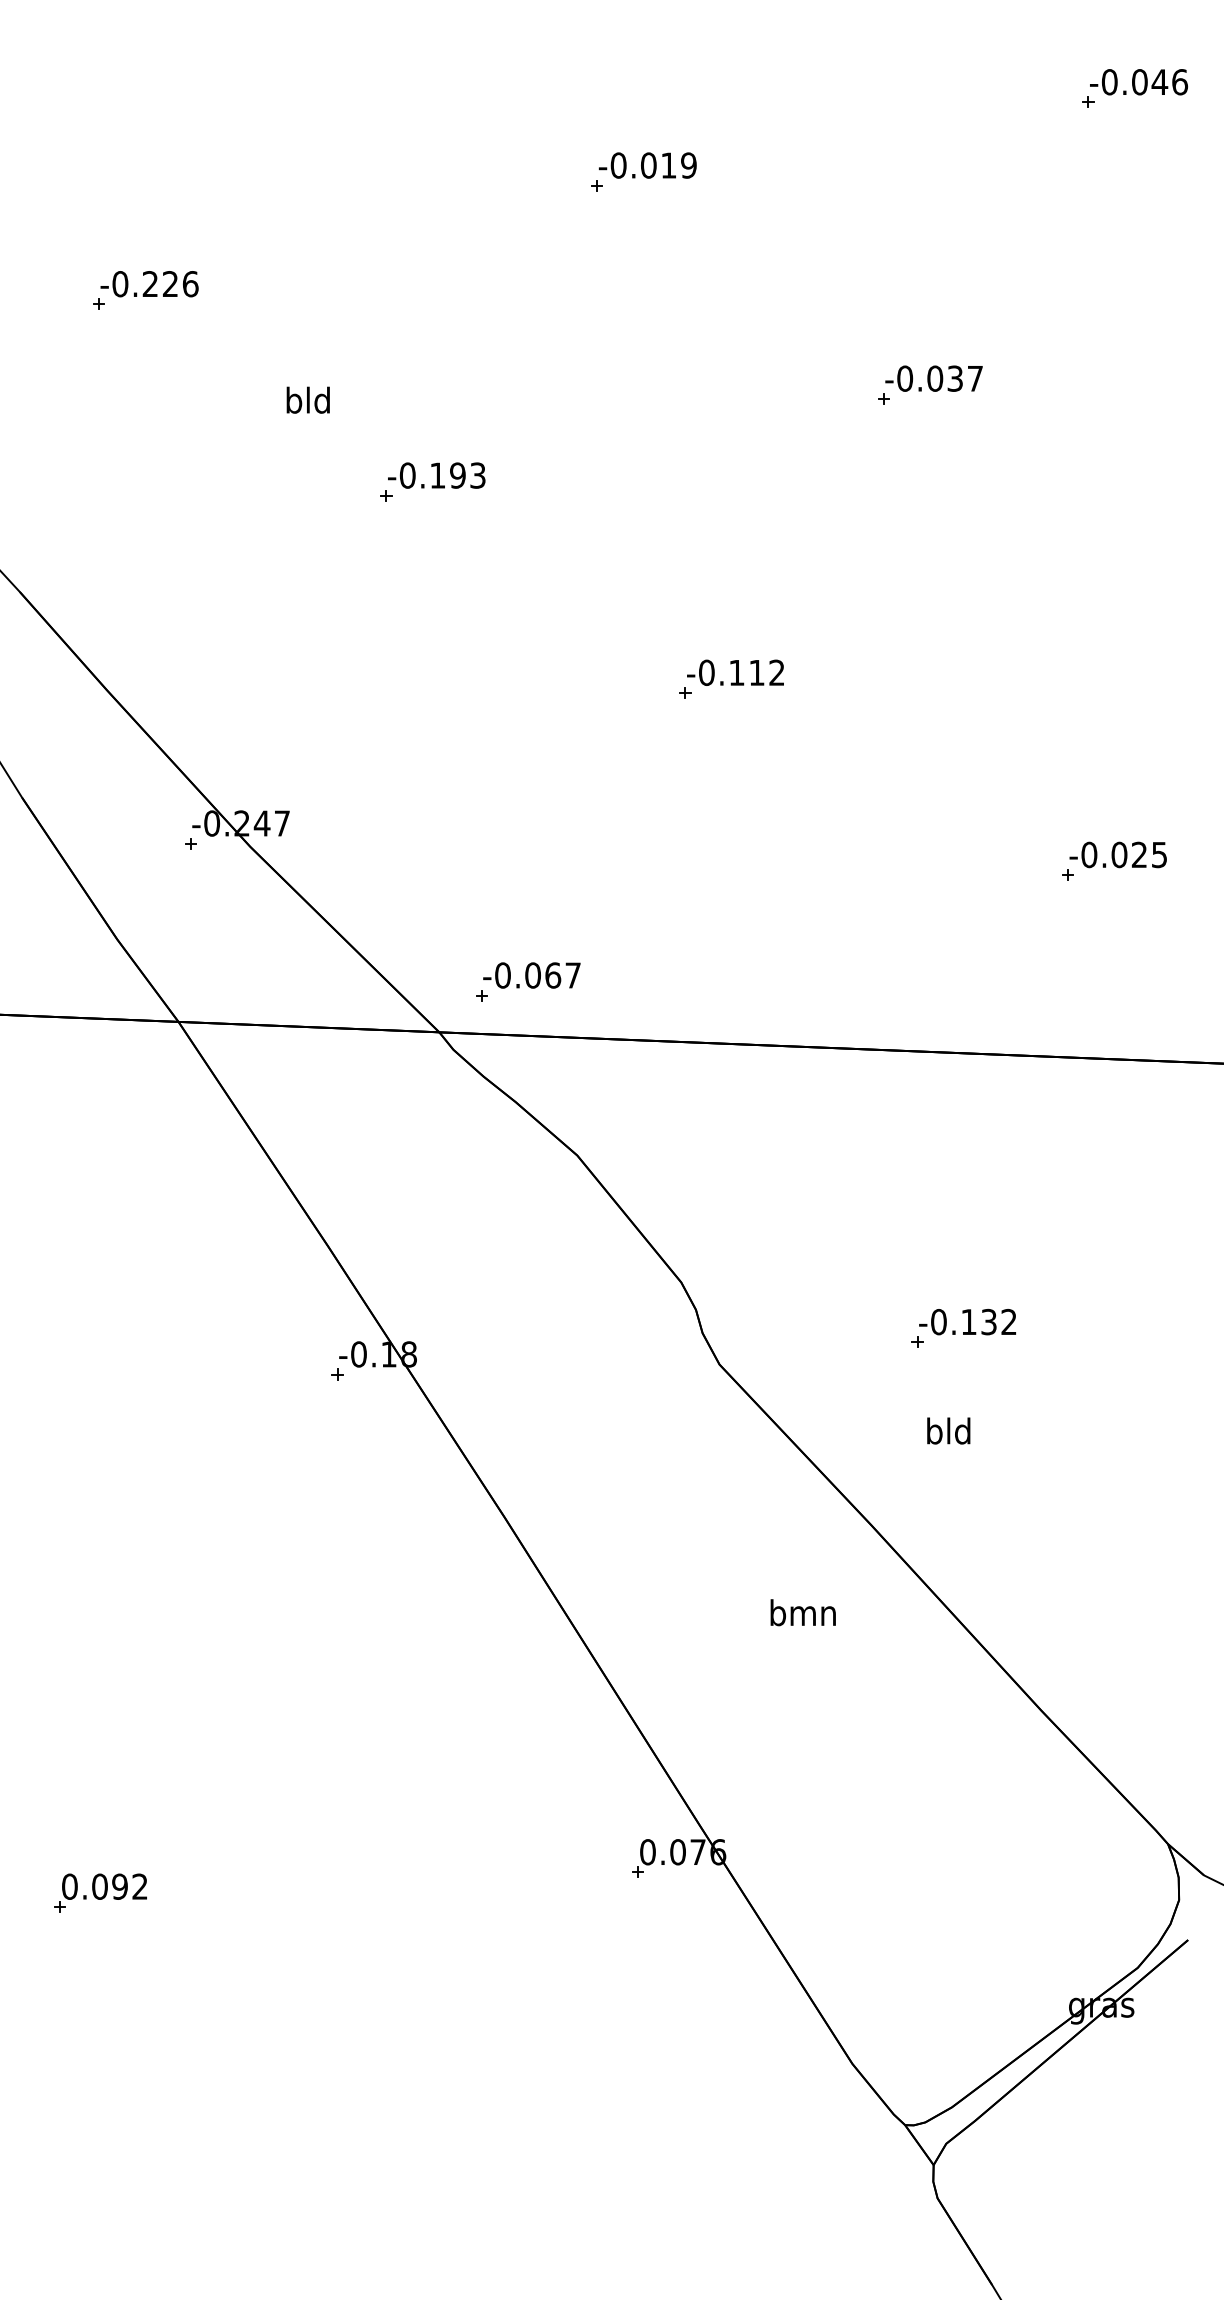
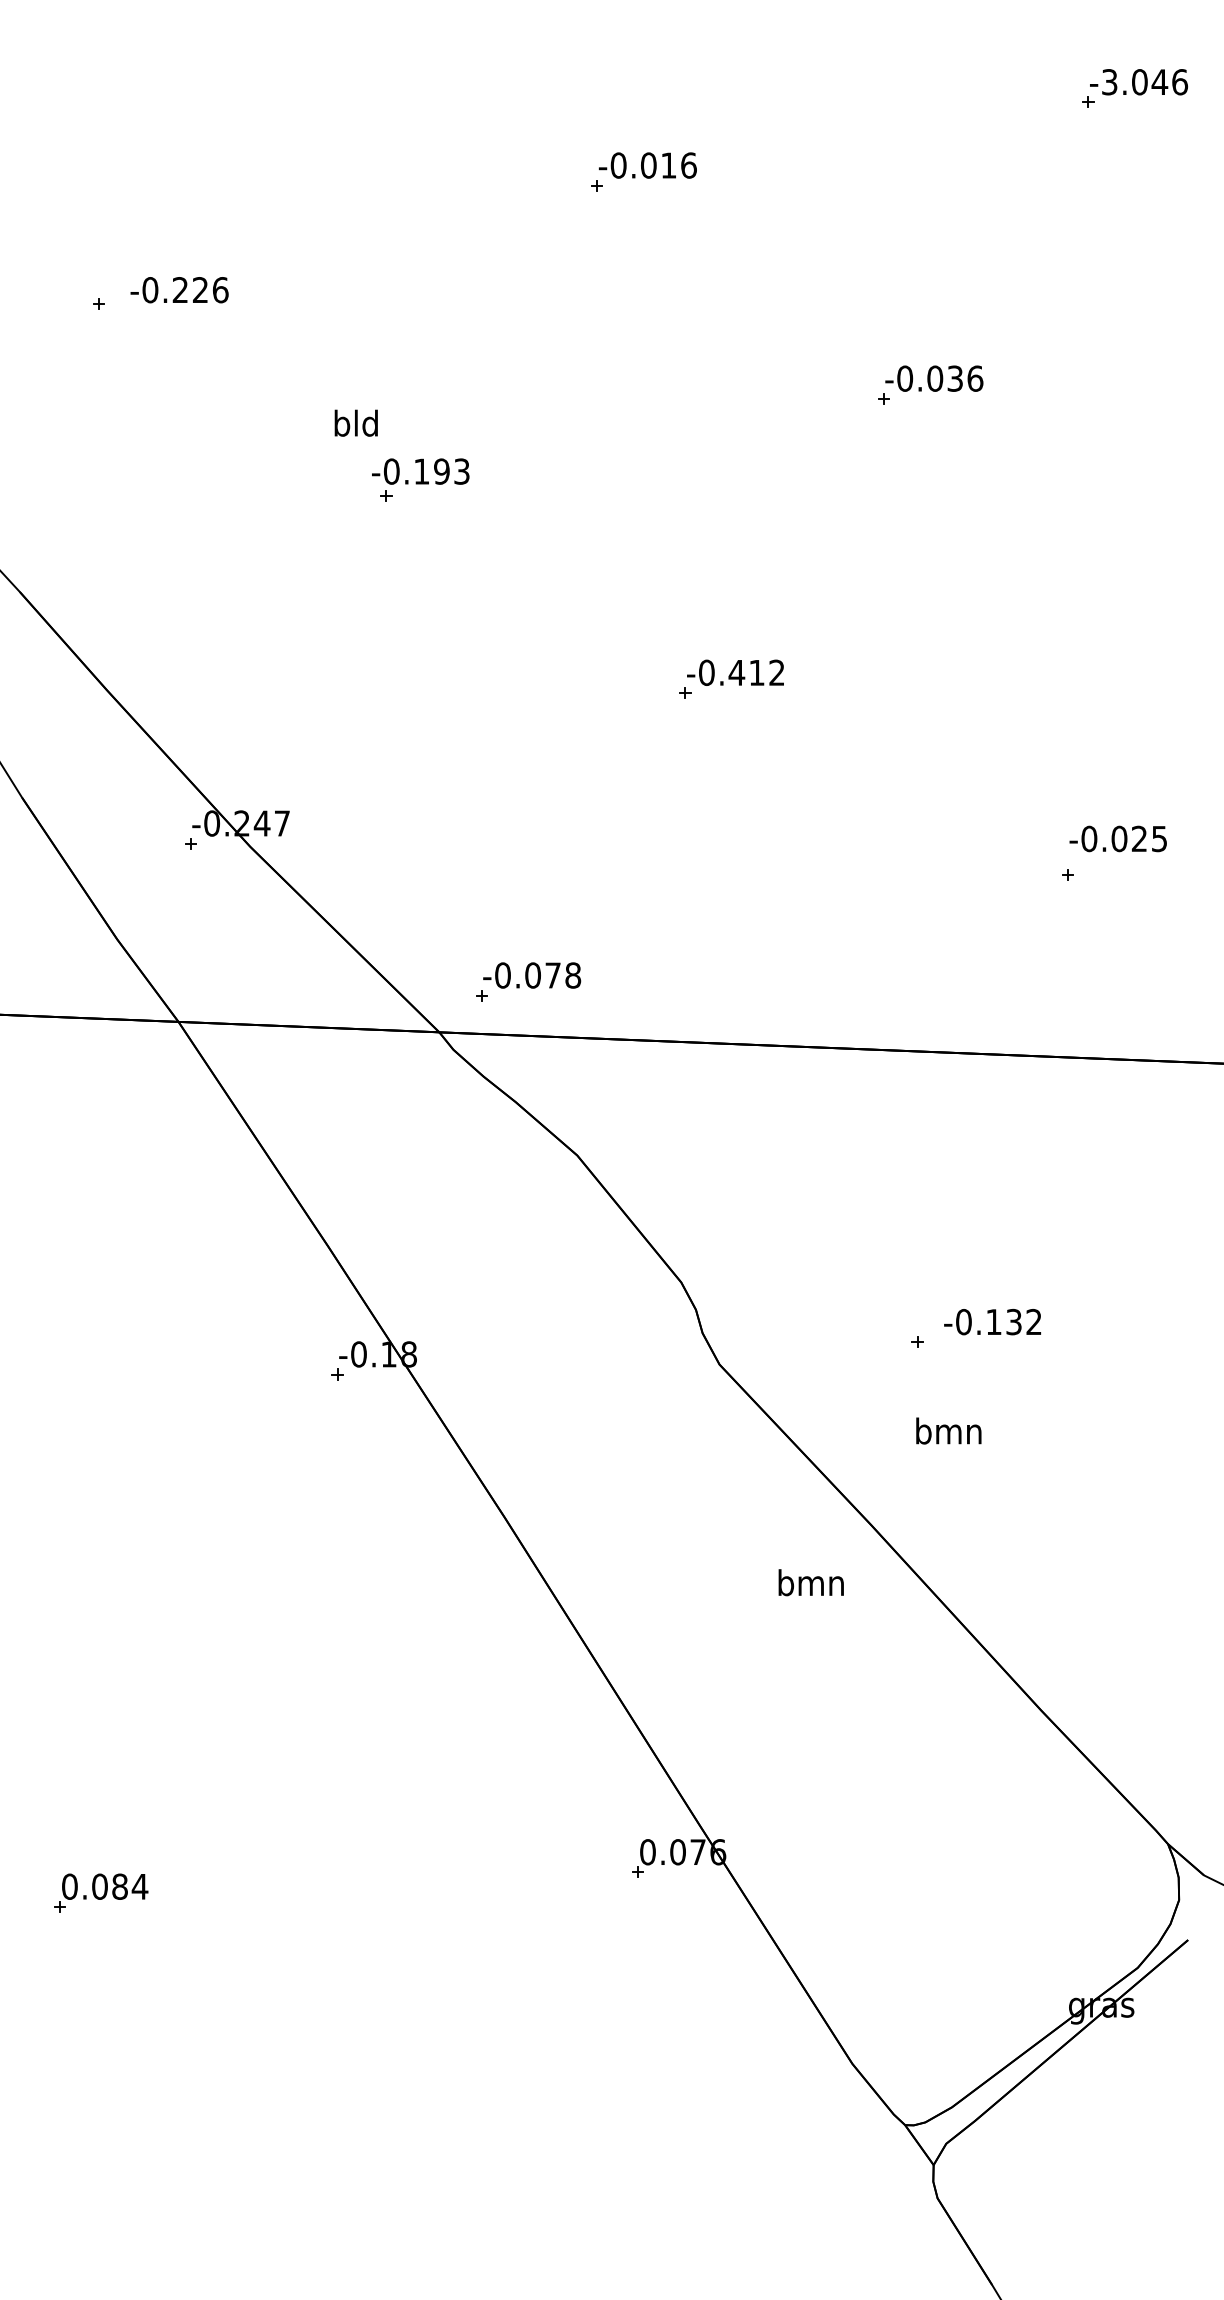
text at (1109, 82): -0.046 -> -3.046
text at (688, 165): -0.019 -> -0.016
text at (149, 284) position: (149, 284) -> (179, 290)
text at (975, 378): -0.037 -> -0.036
text at (307, 399) position: (307, 399) -> (355, 422)
text at (436, 475) position: (436, 475) -> (420, 471)
text at (736, 672): -0.112 -> -0.412
text at (1117, 854) position: (1117, 854) -> (1117, 838)
text at (563, 975): -0.067 -> -0.078
text at (967, 1322) position: (967, 1322) -> (992, 1322)
text at (948, 1430): bld -> bmn
text at (802, 1612) position: (802, 1612) -> (810, 1582)
text at (130, 1886): 0.092 -> 0.084
